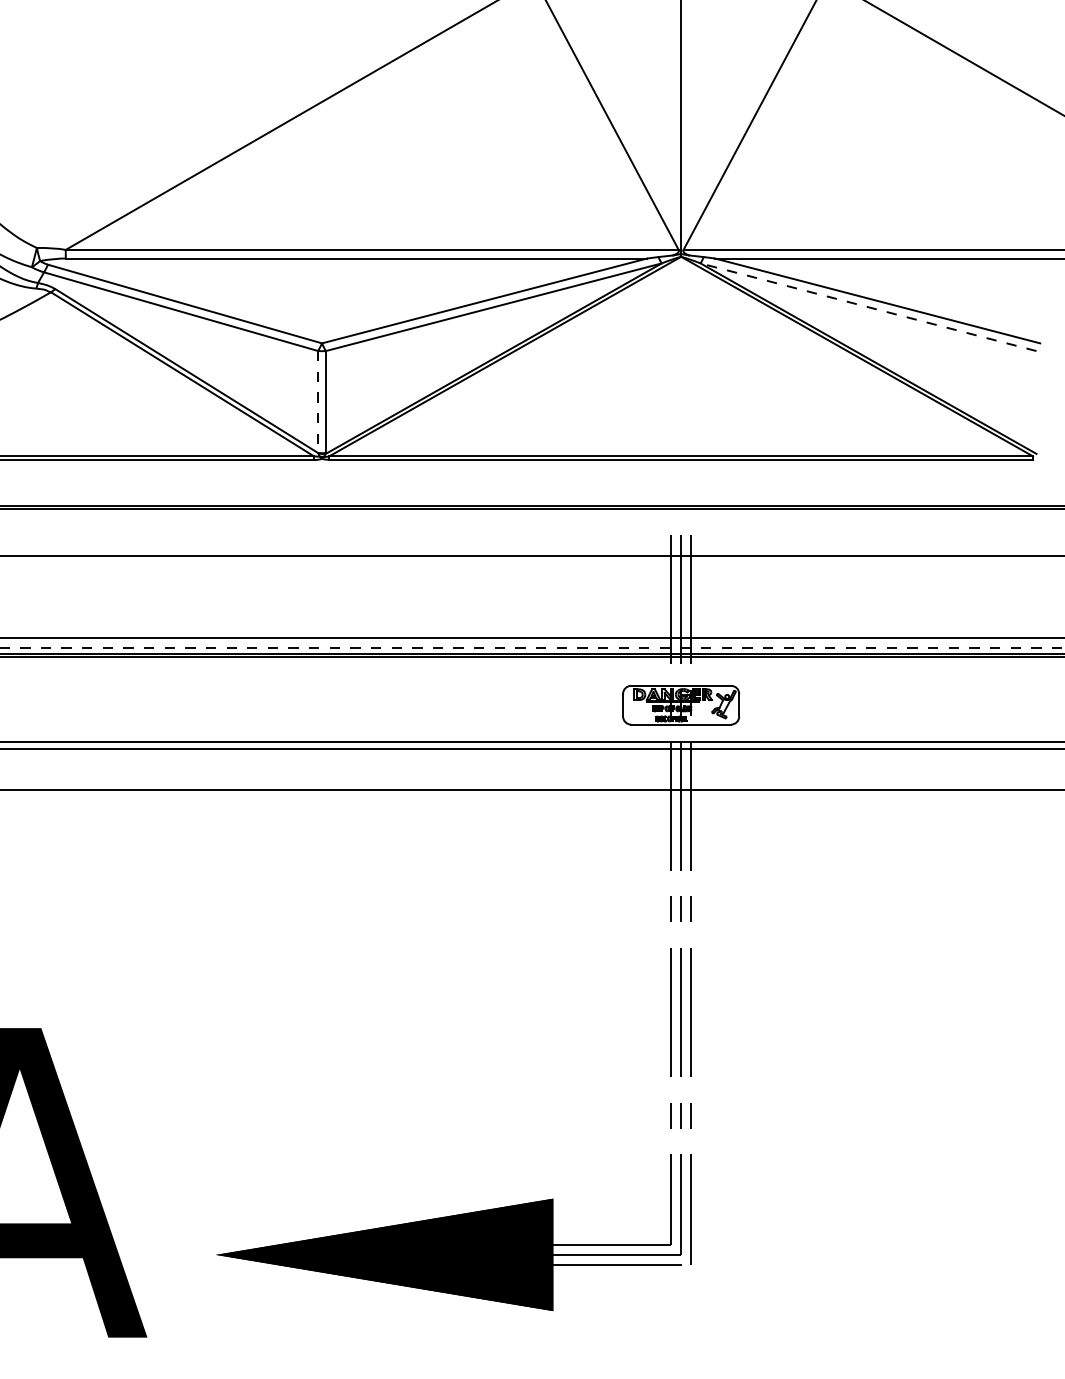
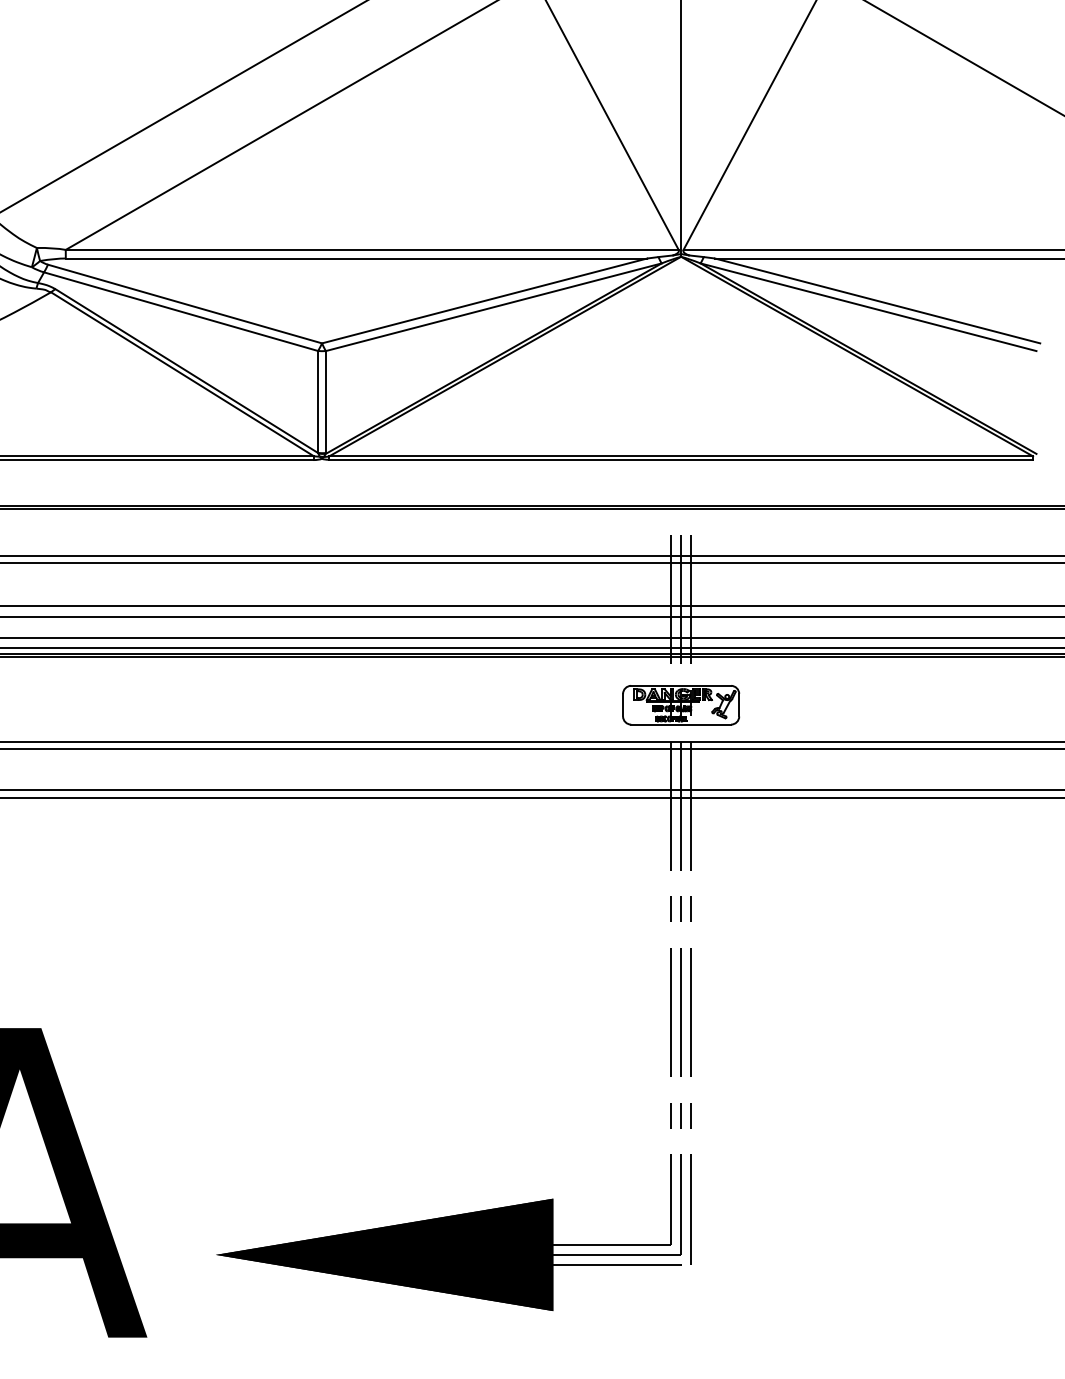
line at (183, 106): none -> present
line at (868, 307): dashed -> solid
line at (318, 402): dashed -> solid
line at (531, 562): none -> present
line at (531, 606): none -> present
line at (531, 617): none -> present
line at (532, 647): dashed -> solid
line at (531, 797): none -> present
